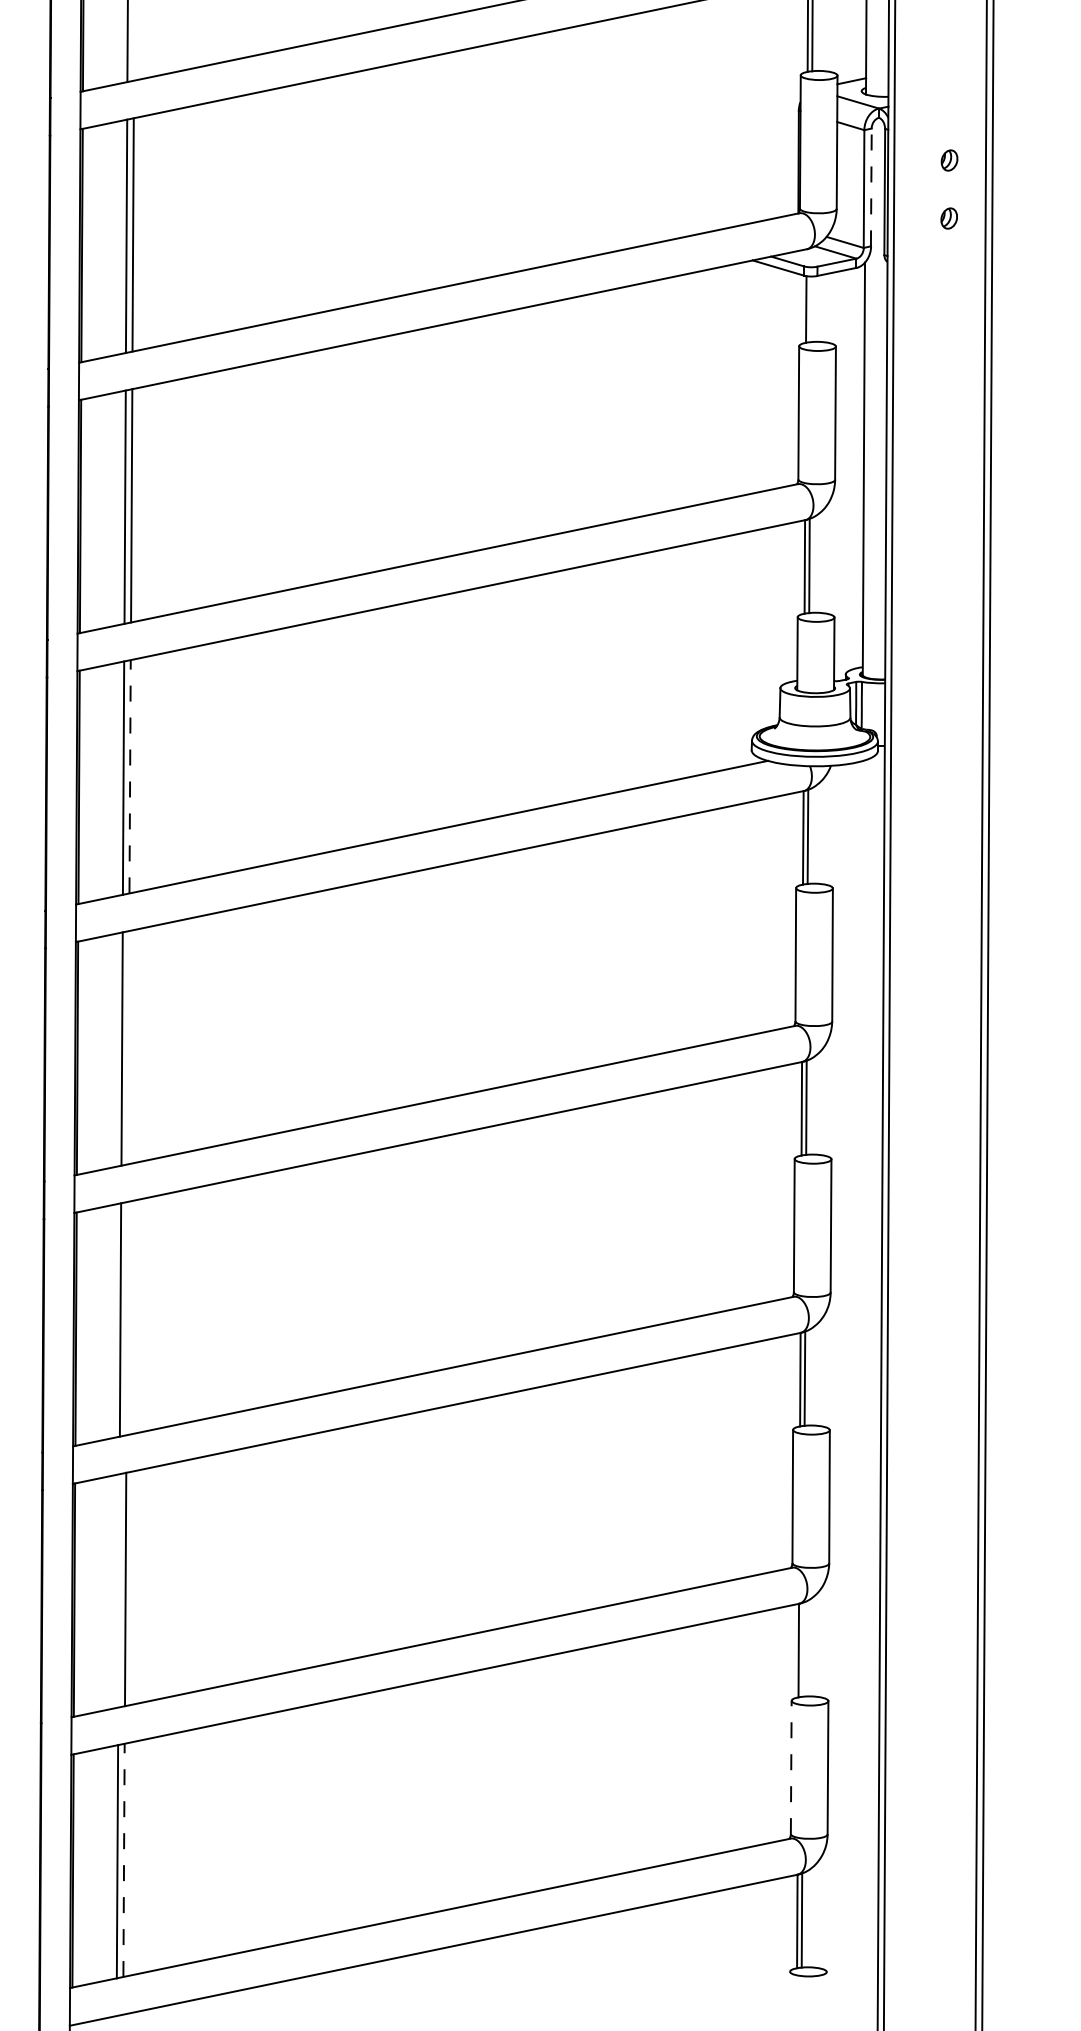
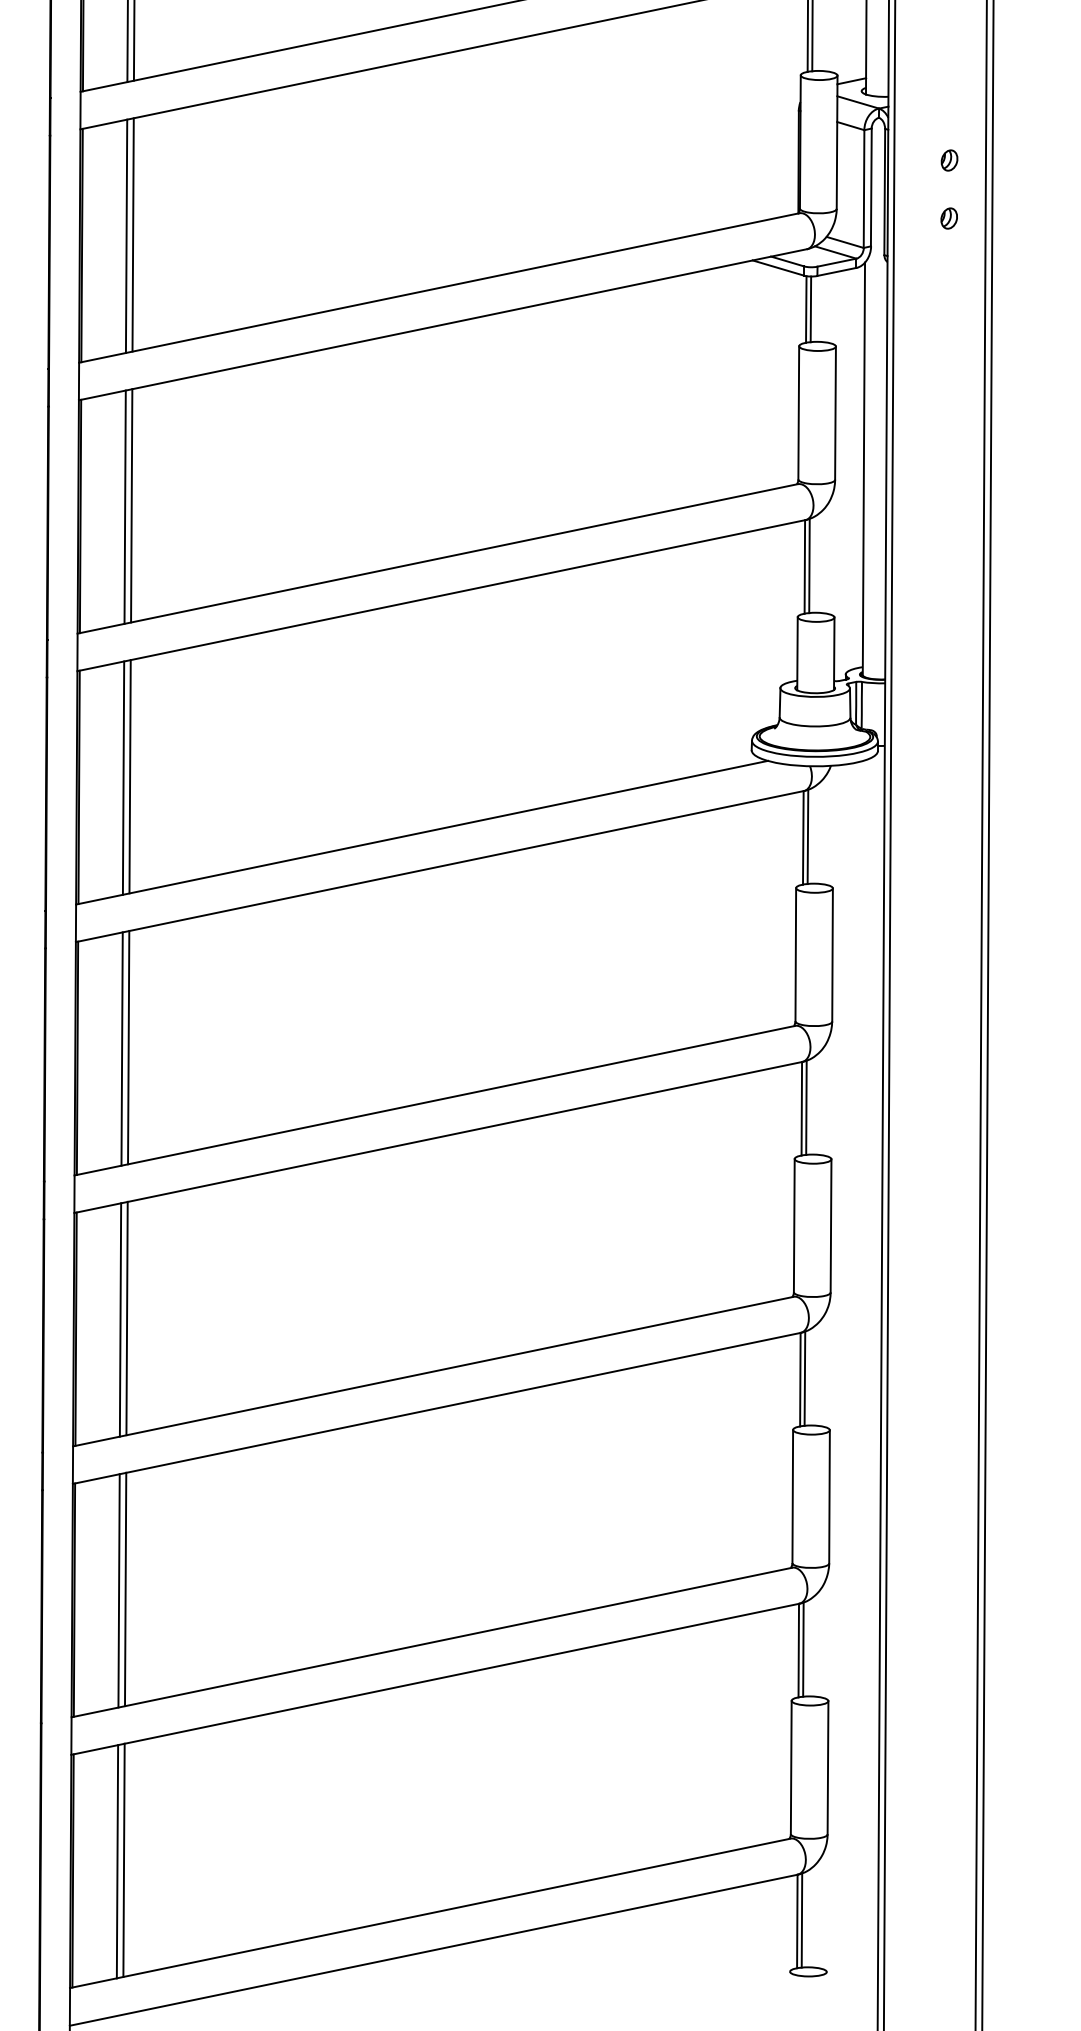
line at (133, 41): none -> present
line at (871, 187): dashed -> solid
line at (810, 309): none -> present
line at (130, 776): dashed -> solid
line at (128, 1047): none -> present
line at (126, 1318): none -> present
line at (118, 1590): none -> present
line at (803, 1649): none -> present
line at (791, 1767): dashed -> solid
line at (124, 1860): dashed -> solid
